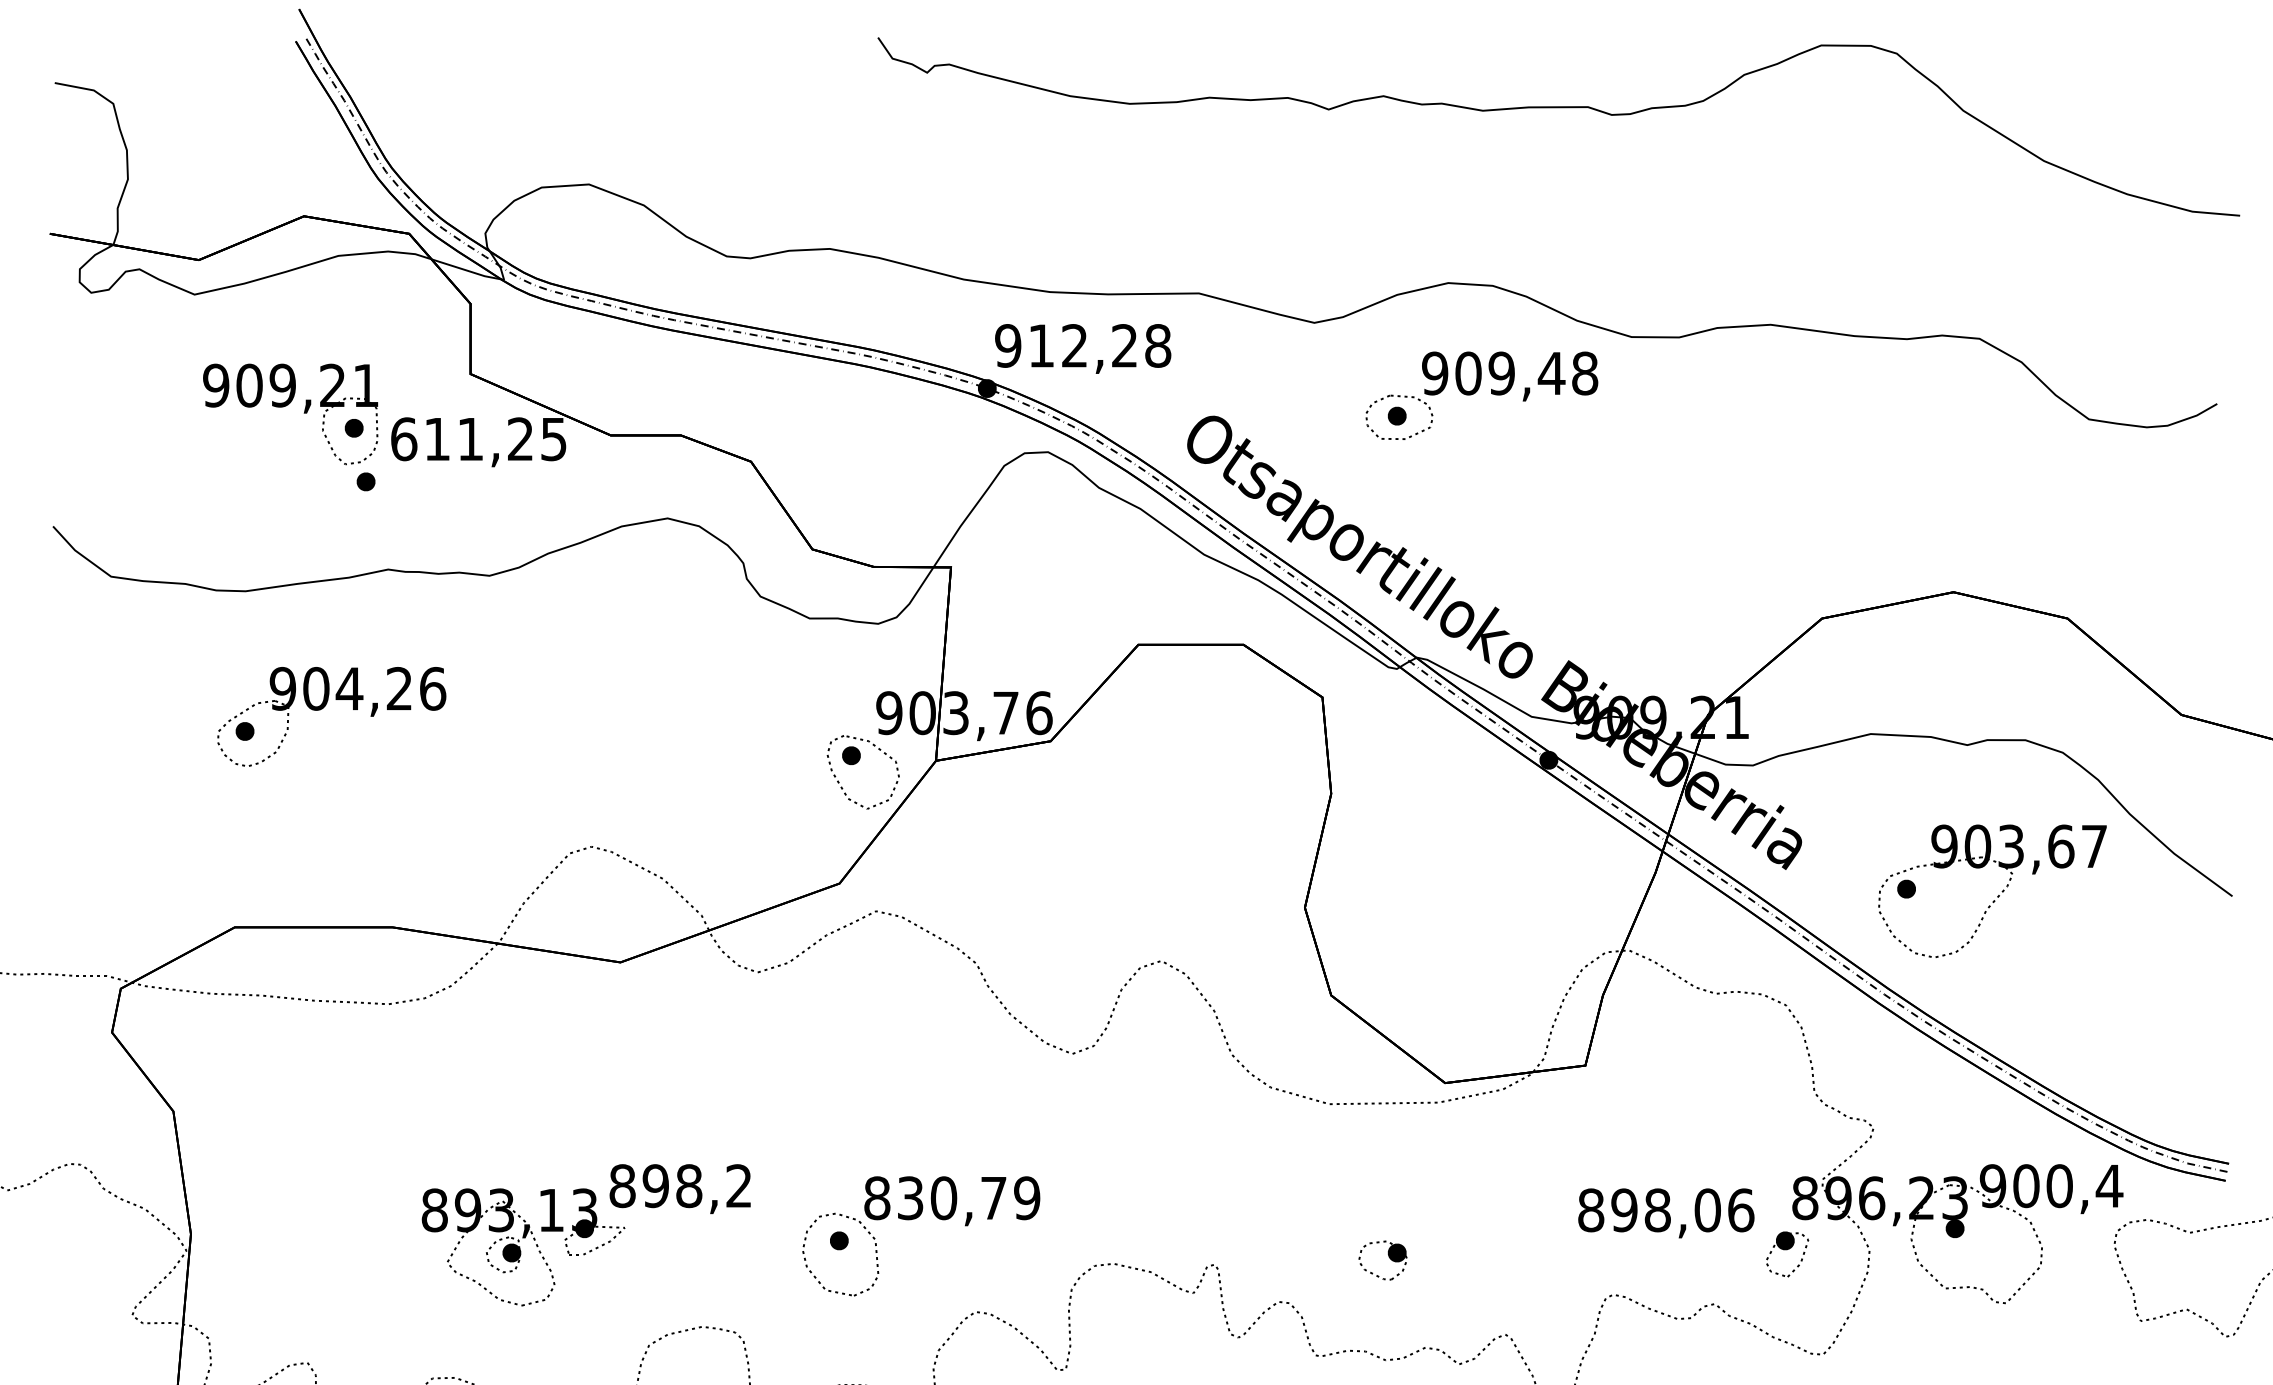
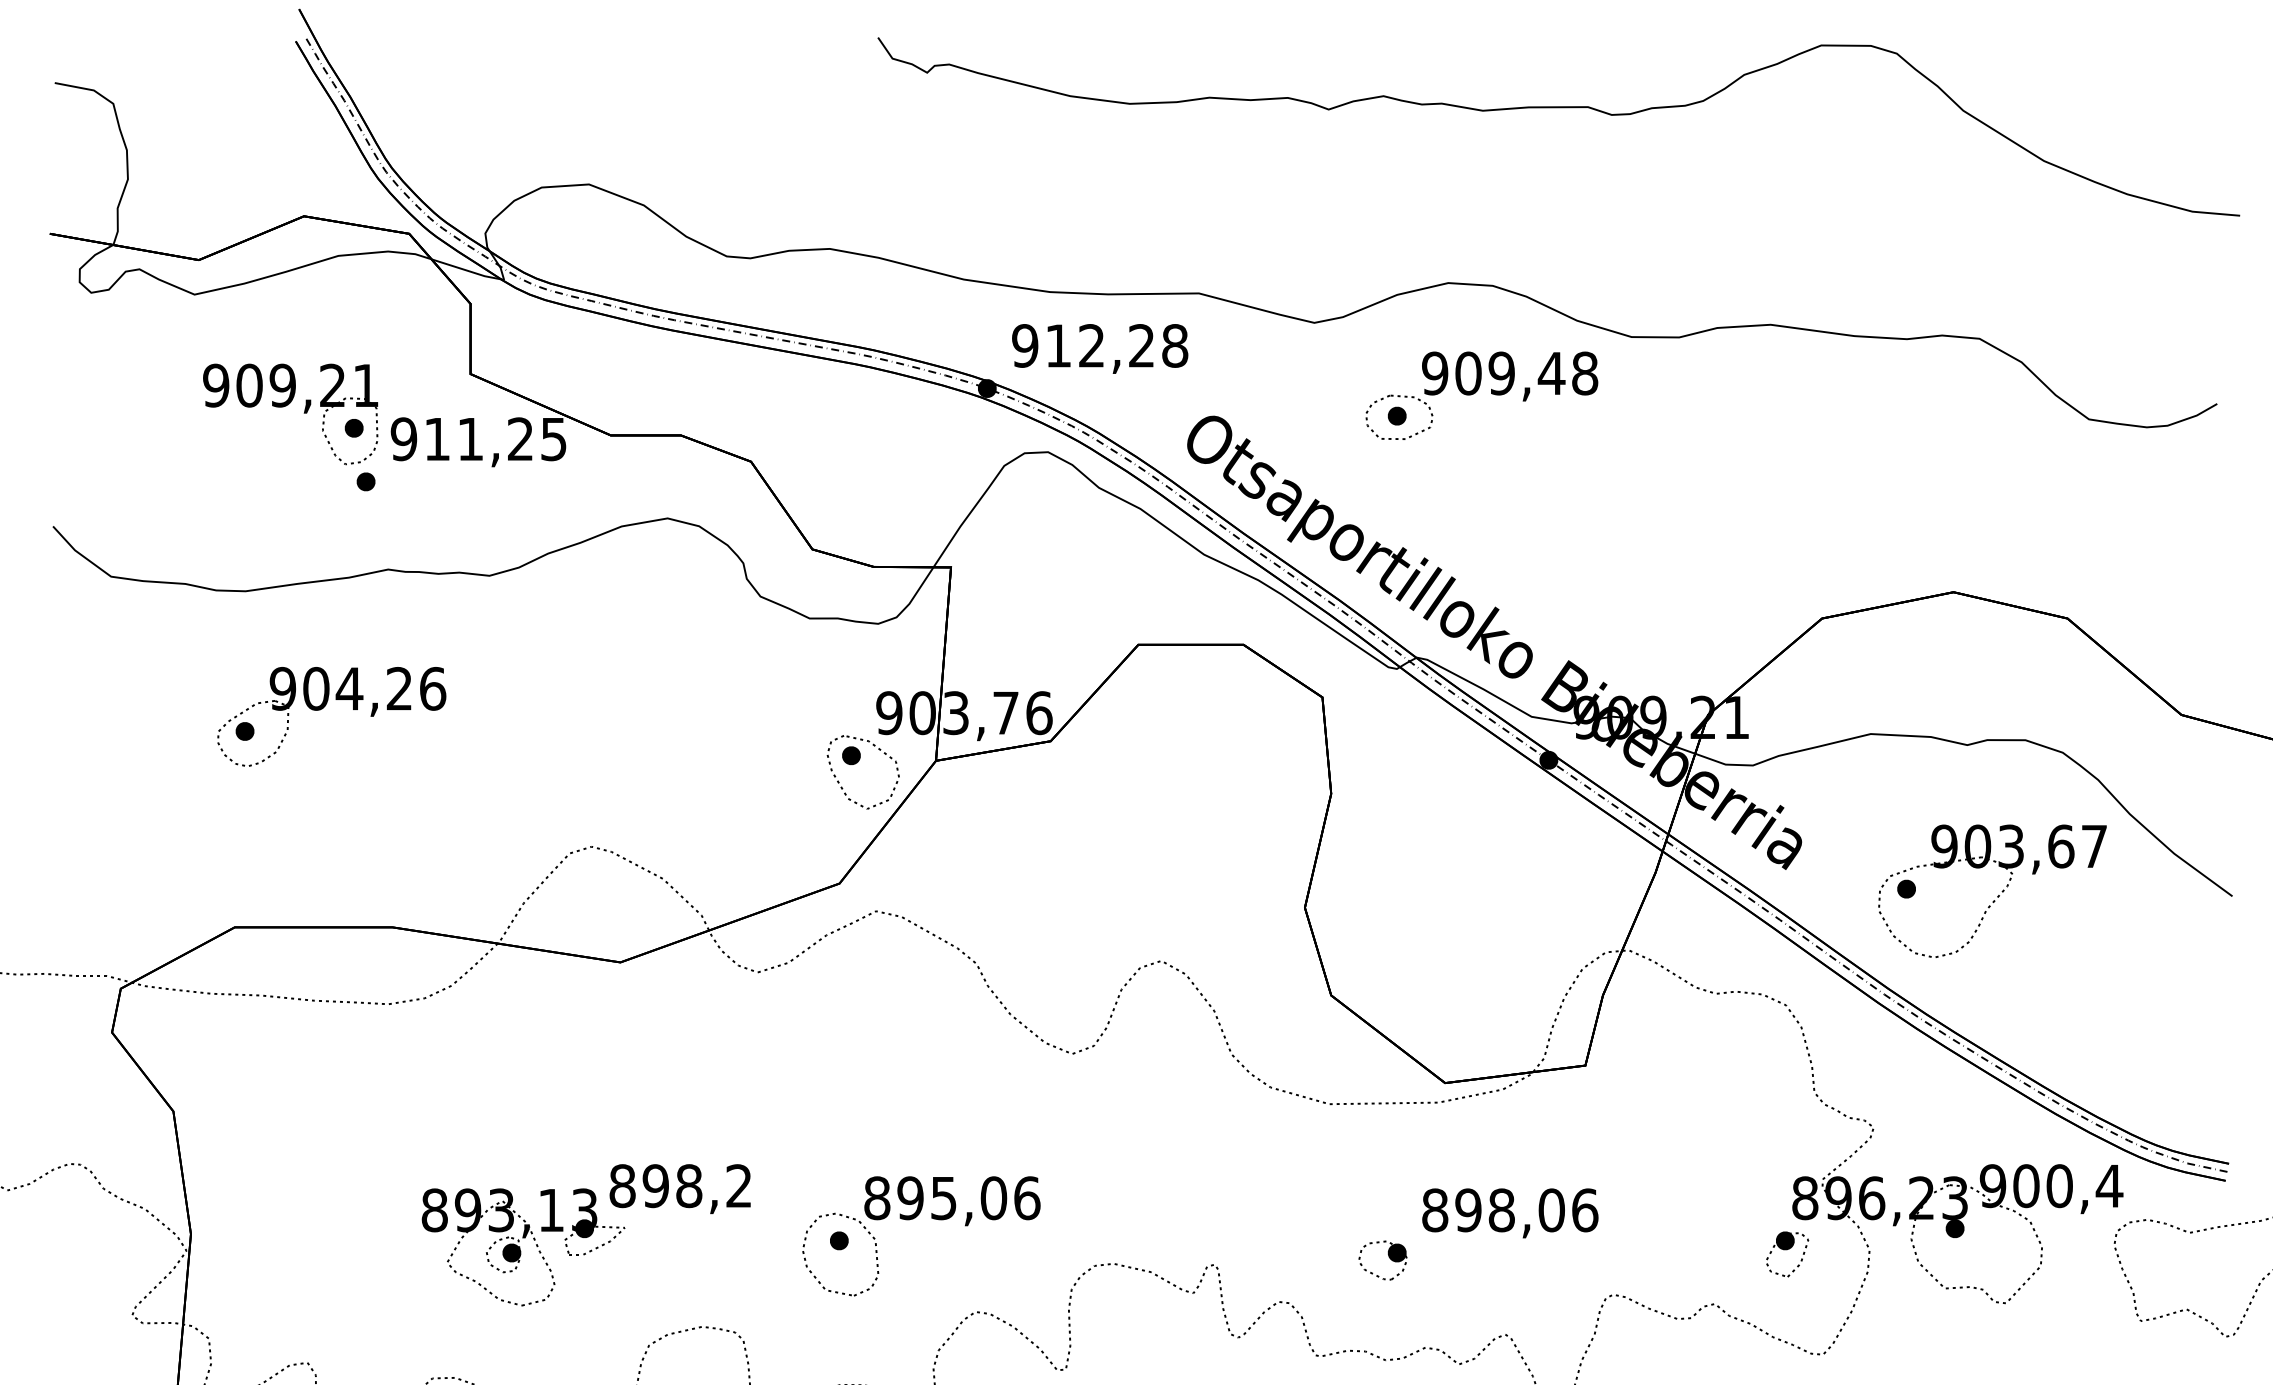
text at (1083, 348) position: (1083, 348) -> (1100, 348)
text at (403, 439): 611,25 -> 911,25
text at (968, 1198): 830,79 -> 895,06
text at (1666, 1213) position: (1666, 1213) -> (1510, 1213)
